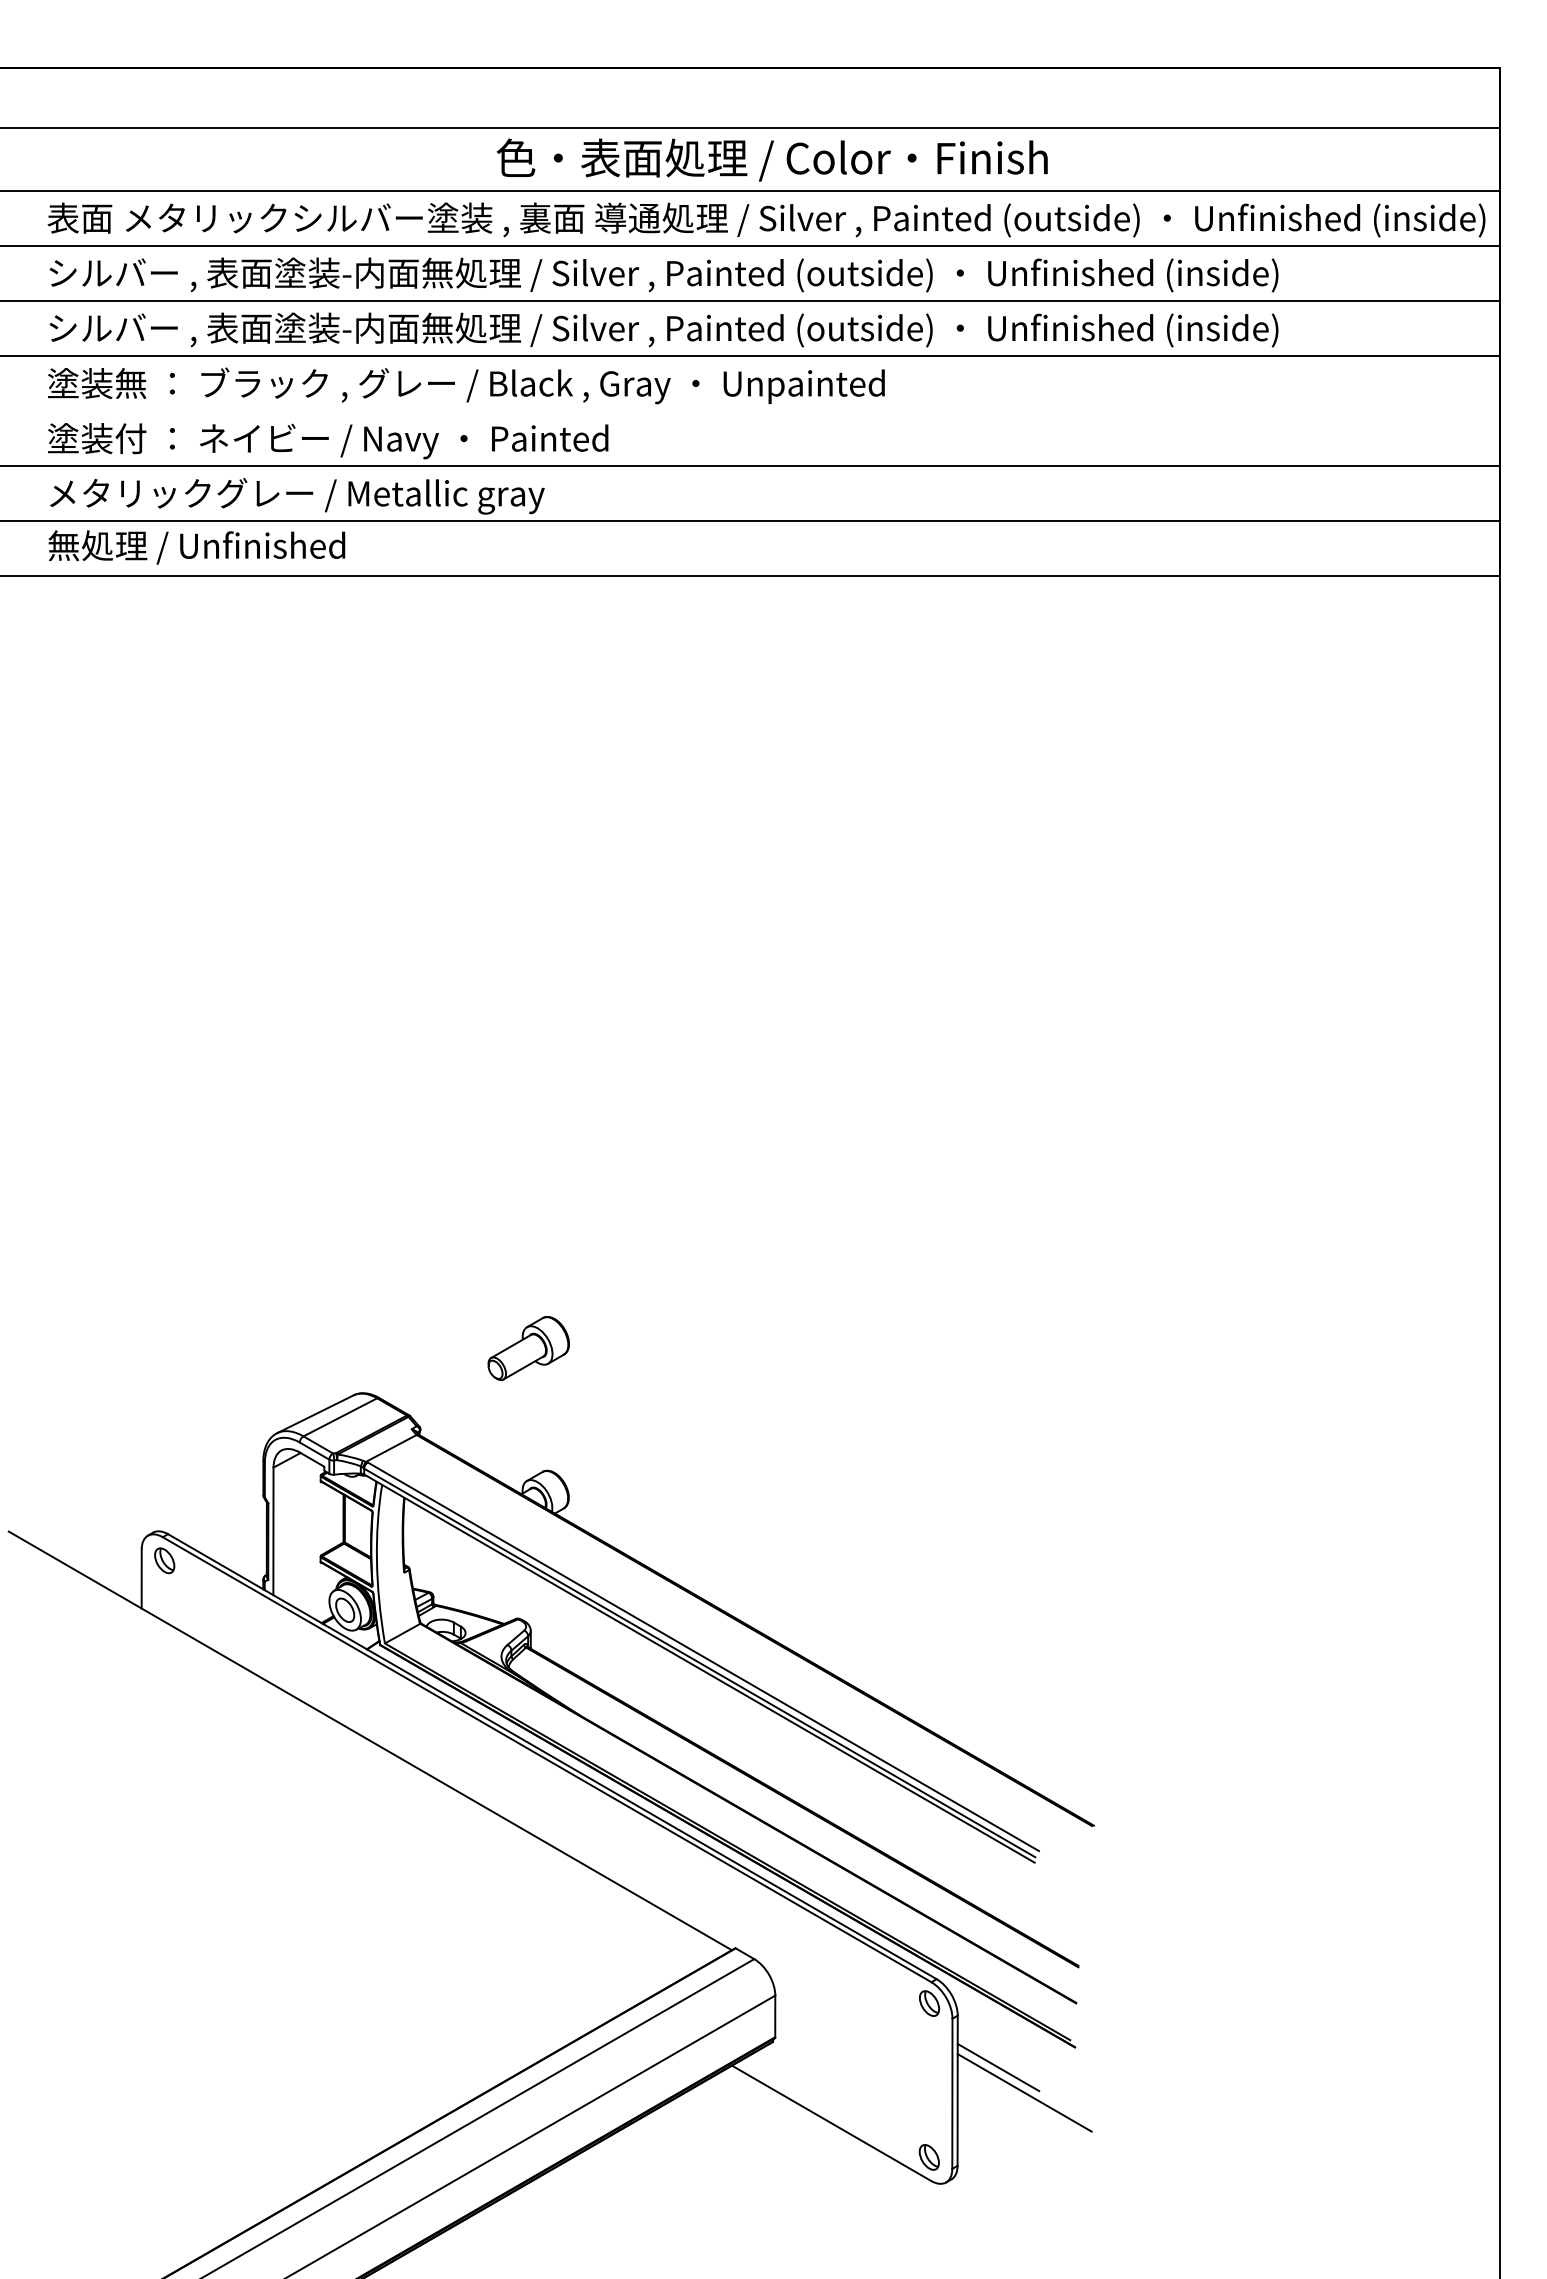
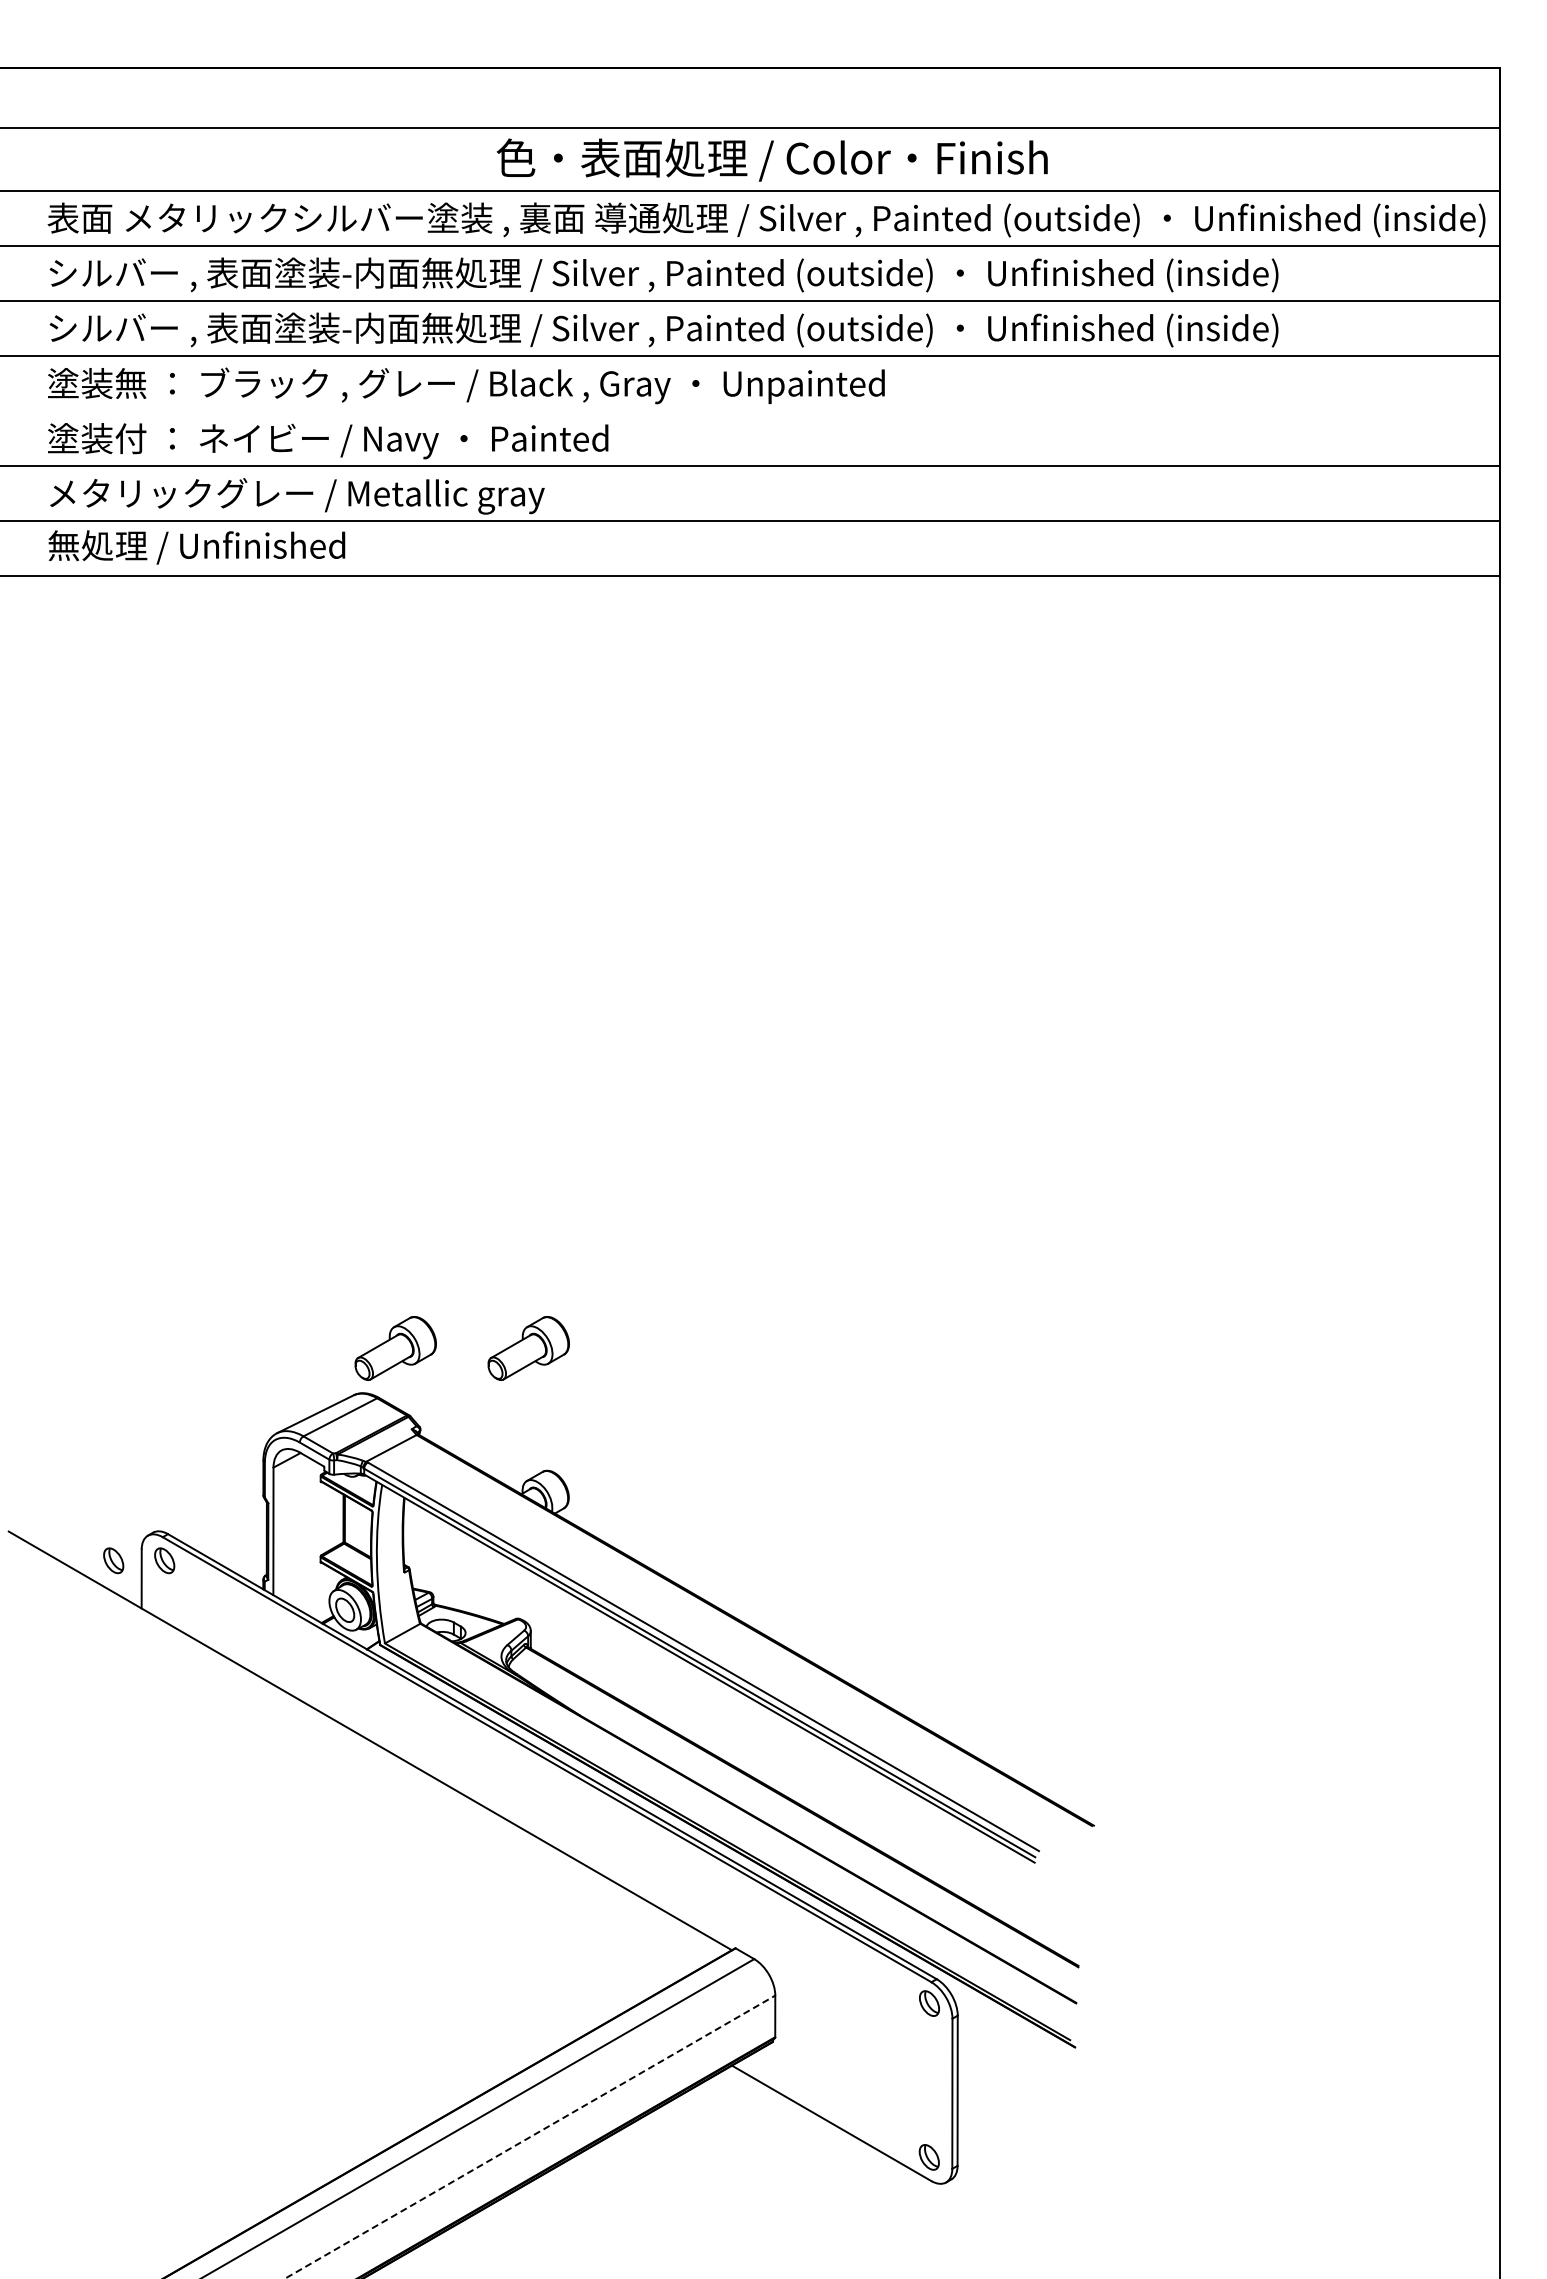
part at (395, 1348): none -> present
part at (113, 1560): none -> present
line at (998, 2067): present -> none
line at (1024, 2092): present -> none
line at (530, 2137): solid -> dashed
